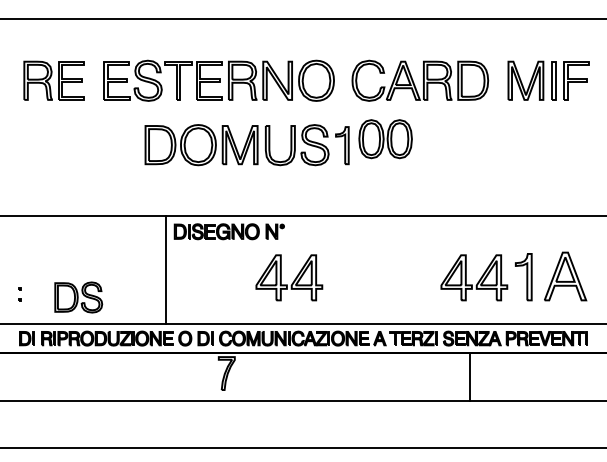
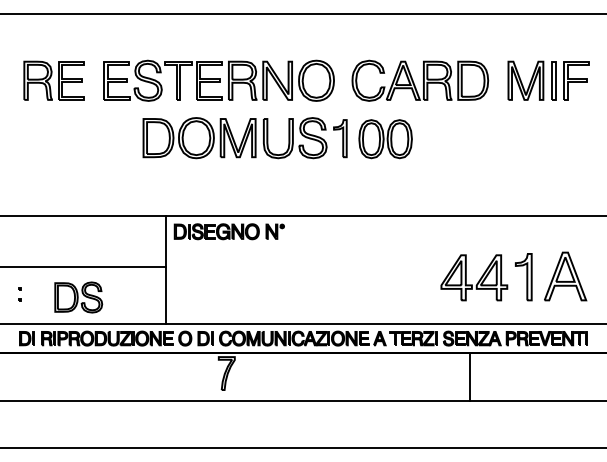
line at (302, 18) position: (302, 18) -> (302, 13)
part at (246, 145) position: (246, 145) -> (244, 138)
line at (83, 266): none -> present
part at (289, 277): present -> none
